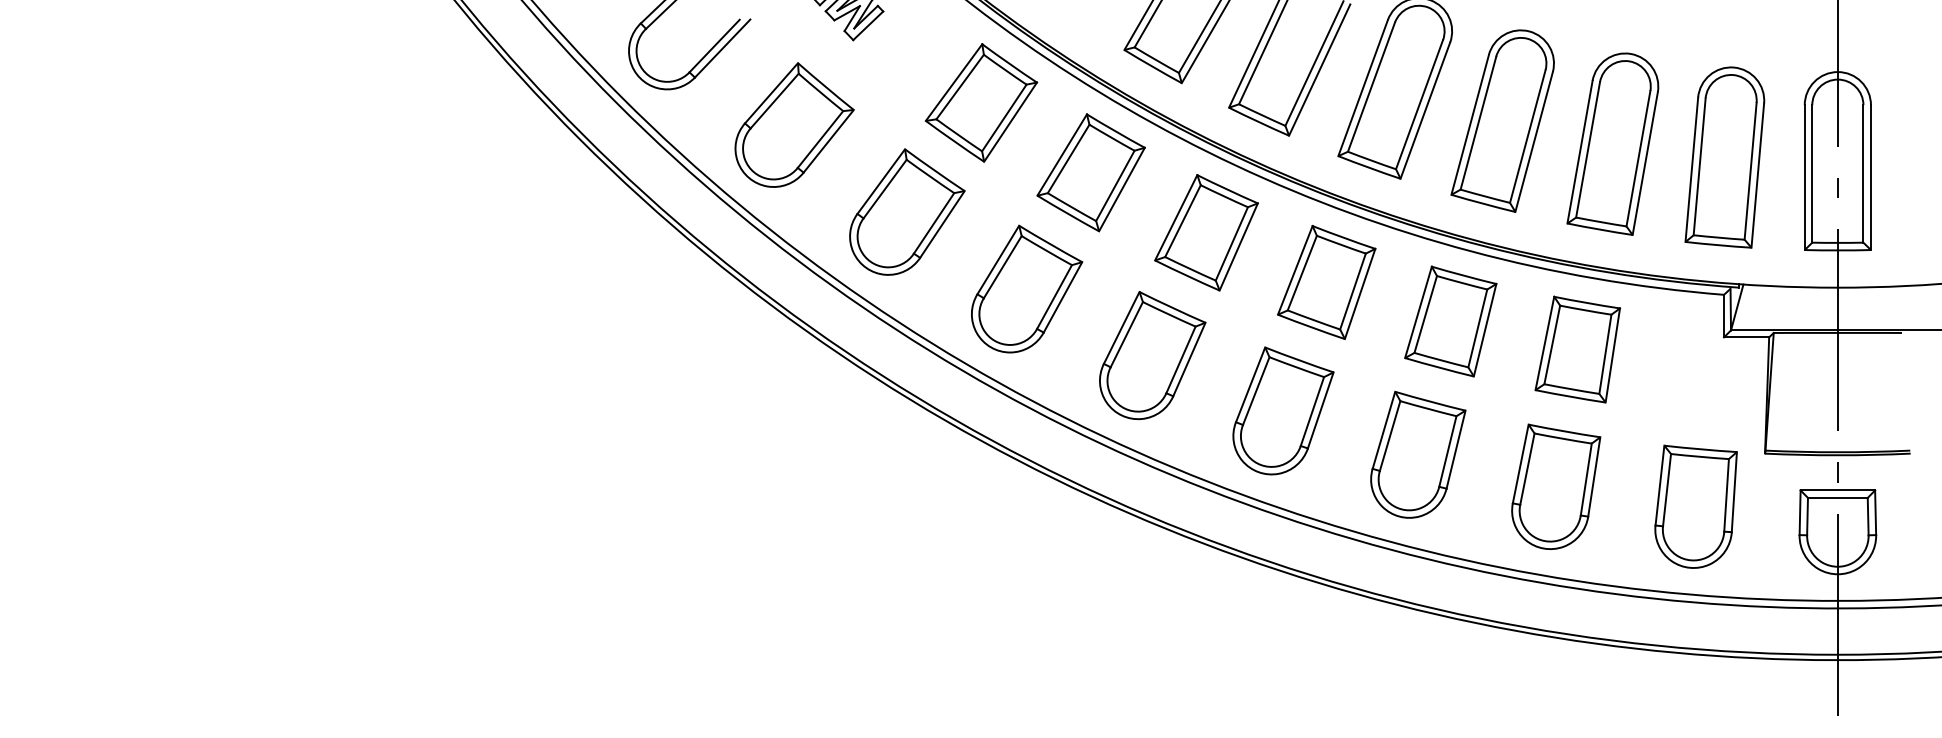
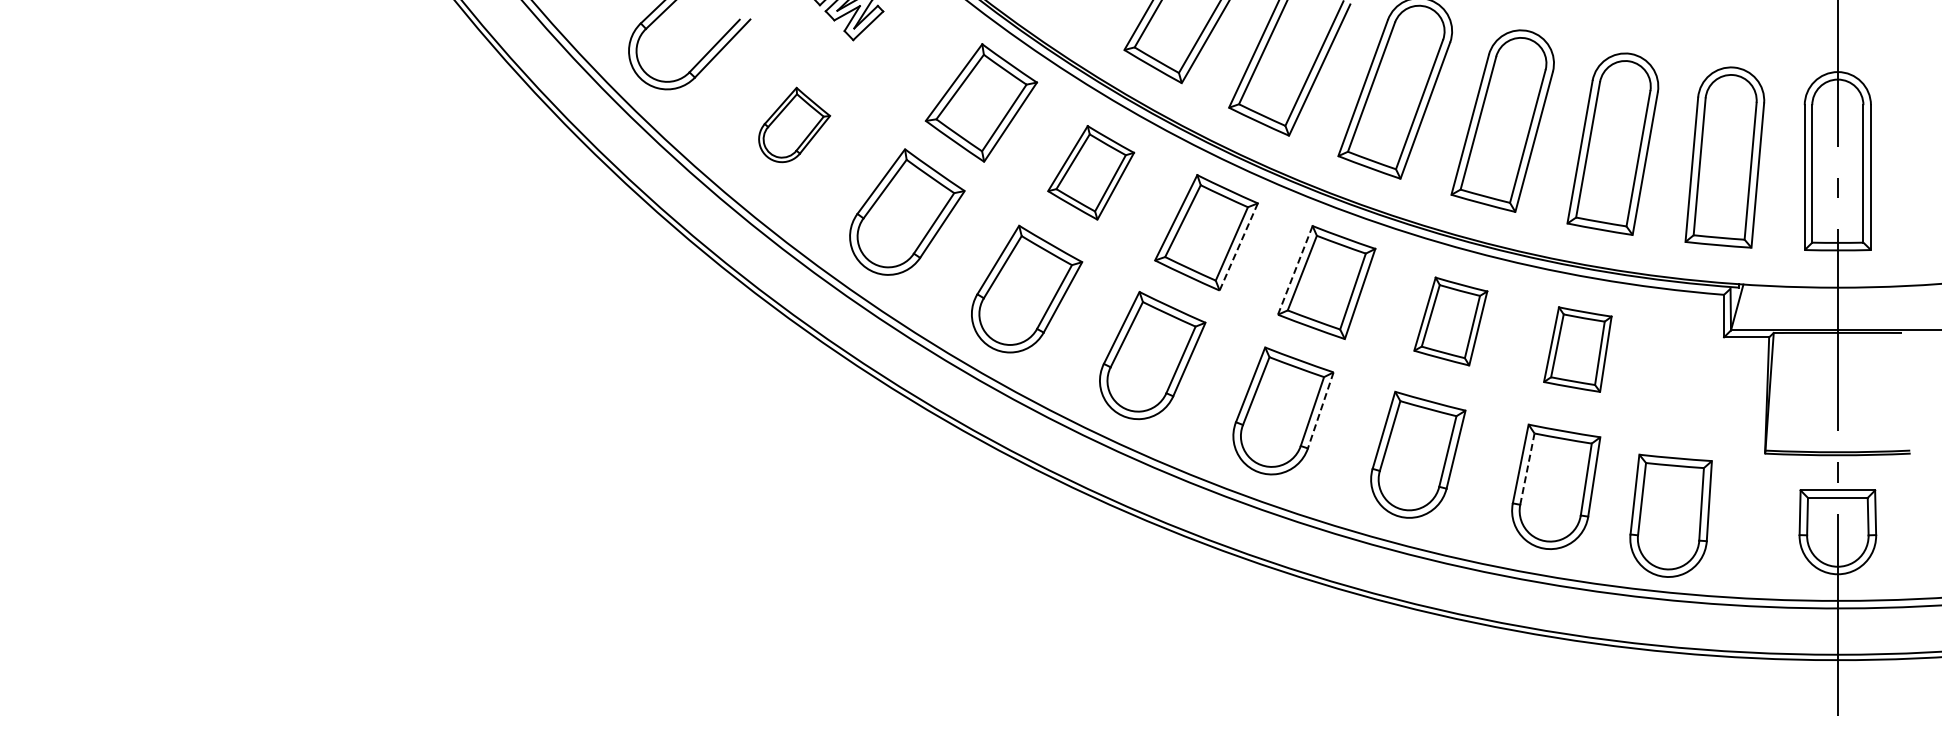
part at (794, 124) size: 121x126 px -> 74x78 px
part at (1090, 172) size: 110x120 px -> 89x96 px
line at (1238, 246): solid -> dashed
line at (1295, 270): solid -> dashed
part at (1450, 321) size: 94x113 px -> 76x91 px
part at (1577, 349) size: 88x109 px -> 70x87 px
line at (1320, 410): solid -> dashed
line at (1527, 468): solid -> dashed
part at (1695, 506) position: (1695, 506) -> (1670, 515)
